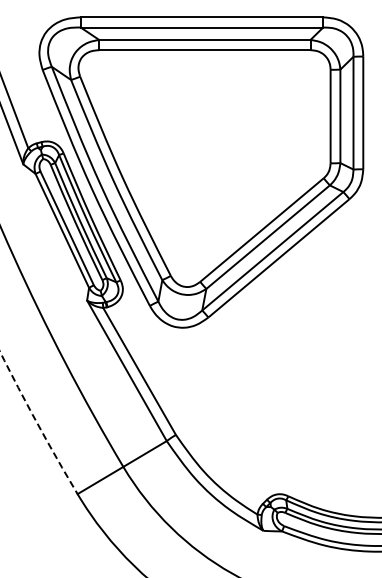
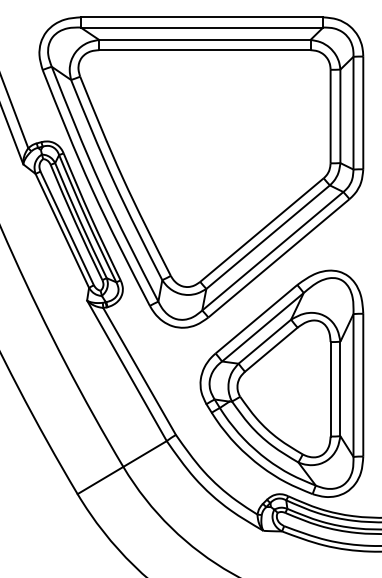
part at (281, 383): none -> present
arc at (37, 423): dashed -> solid
